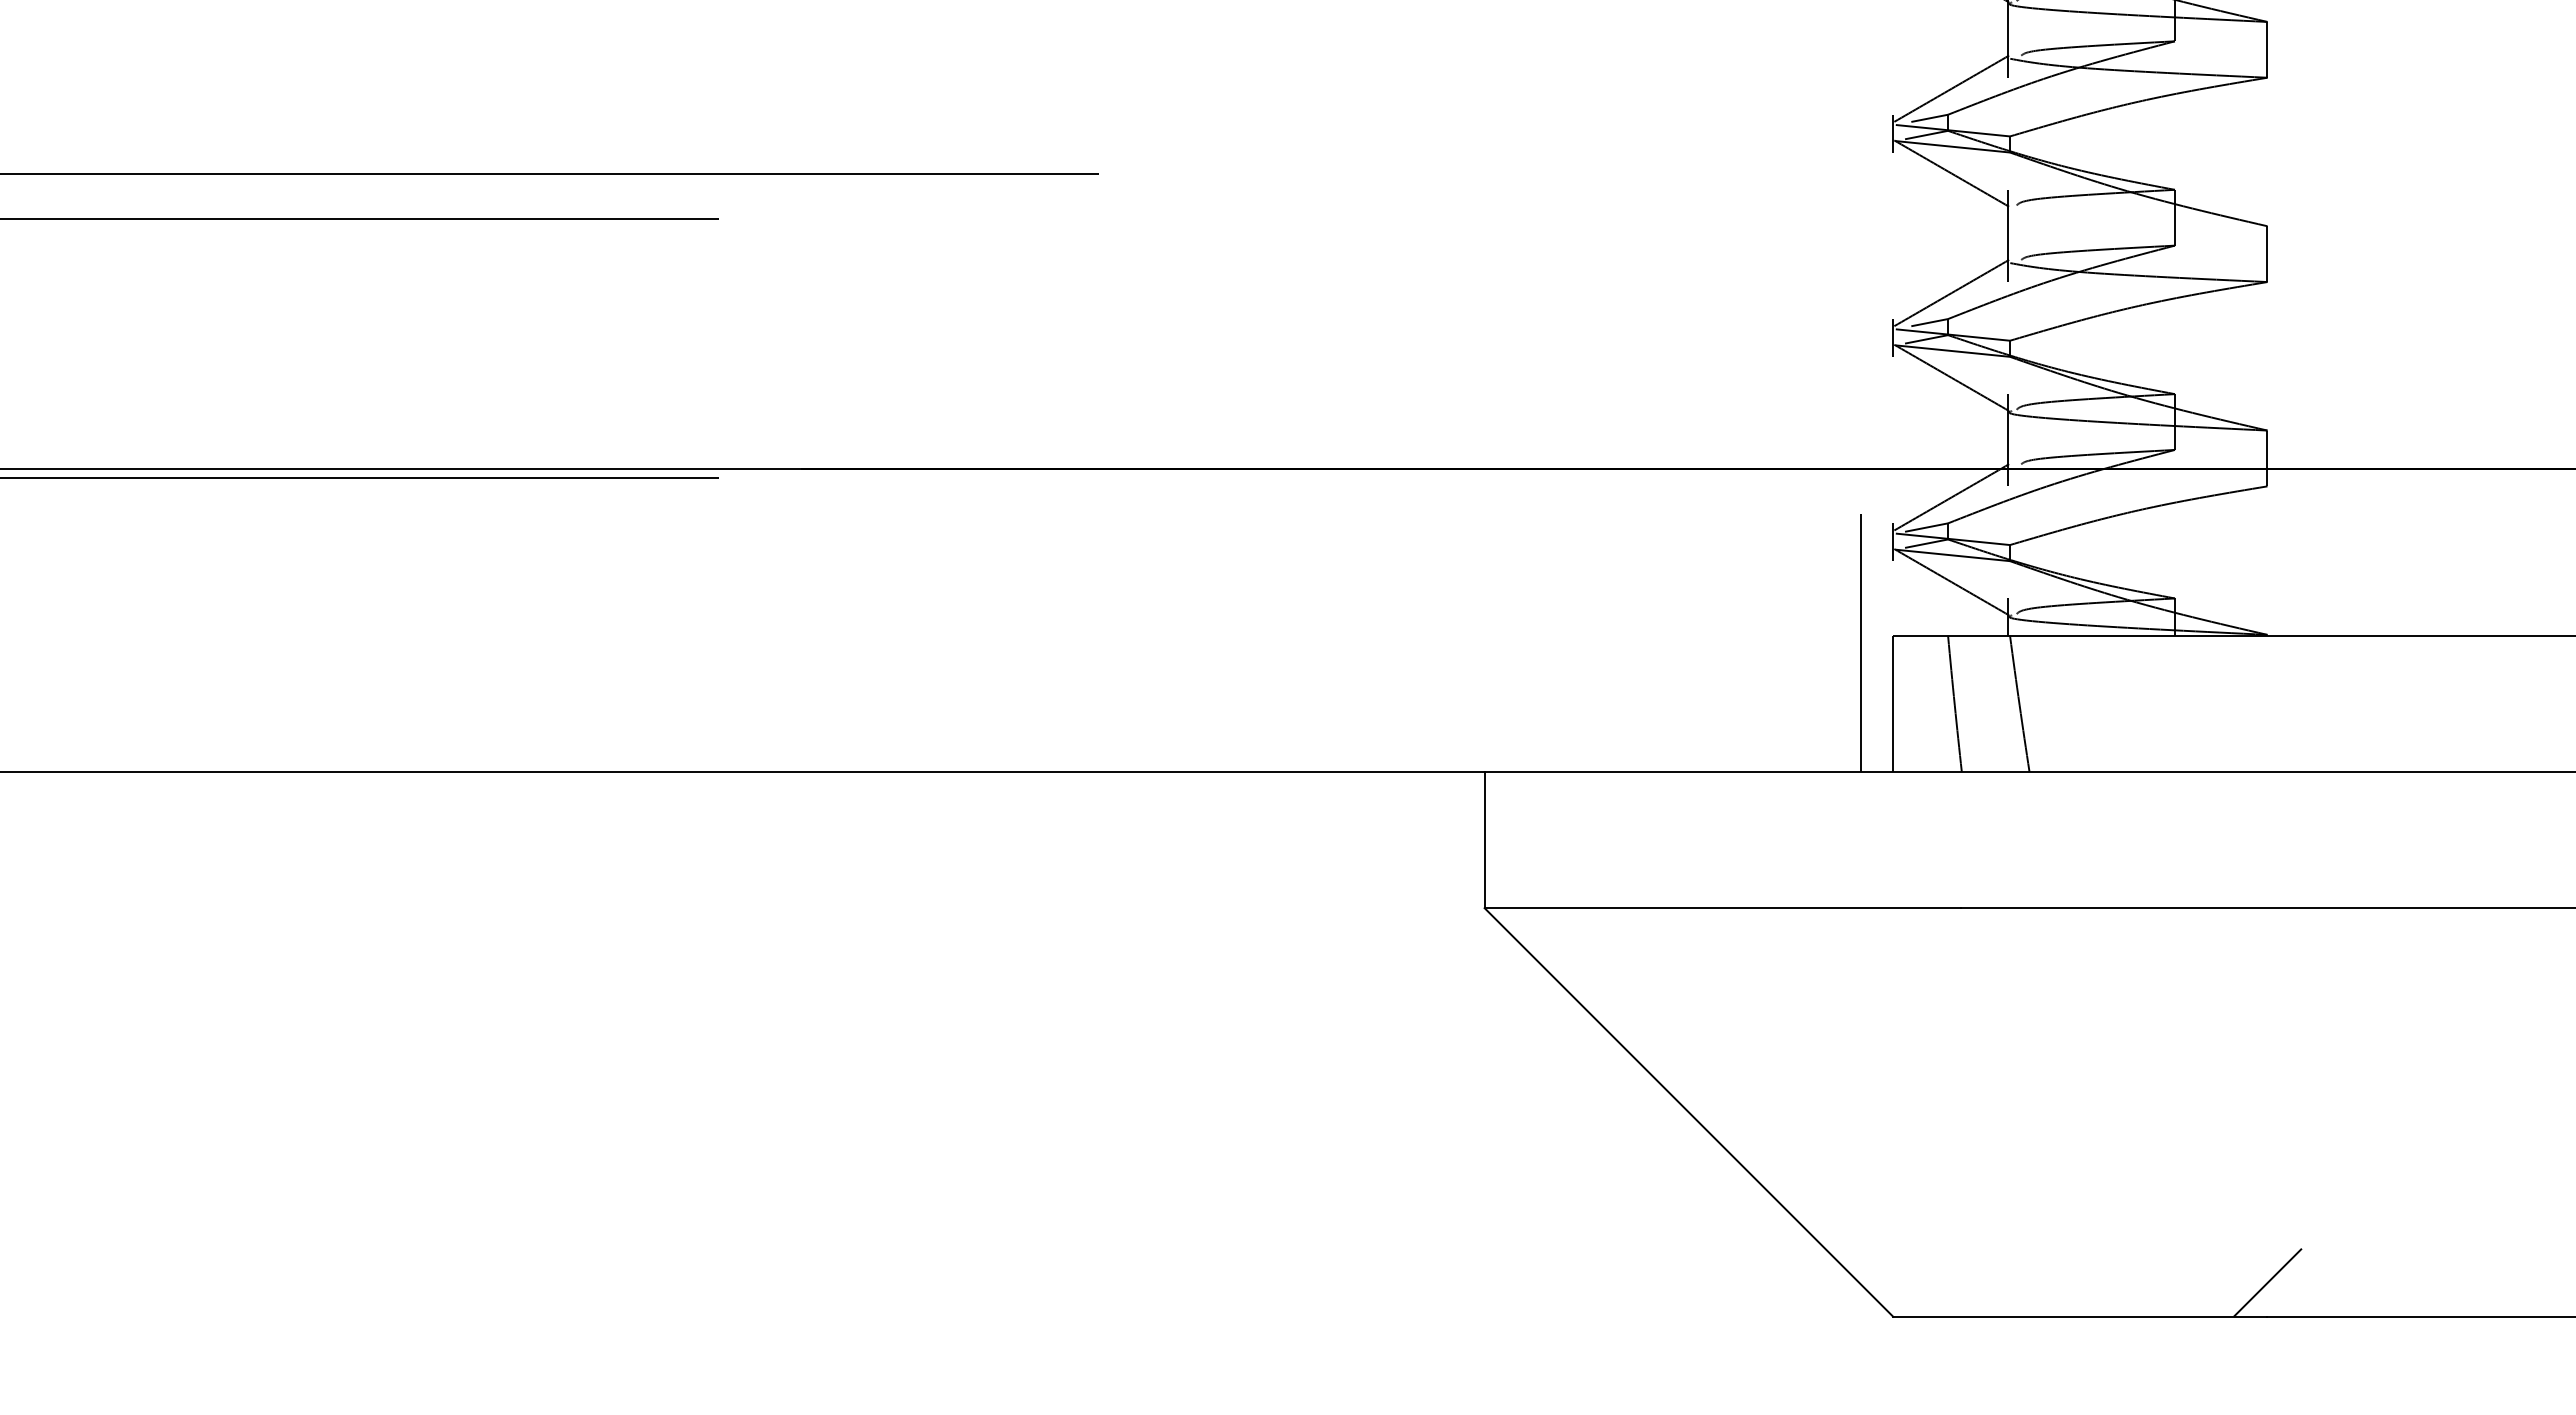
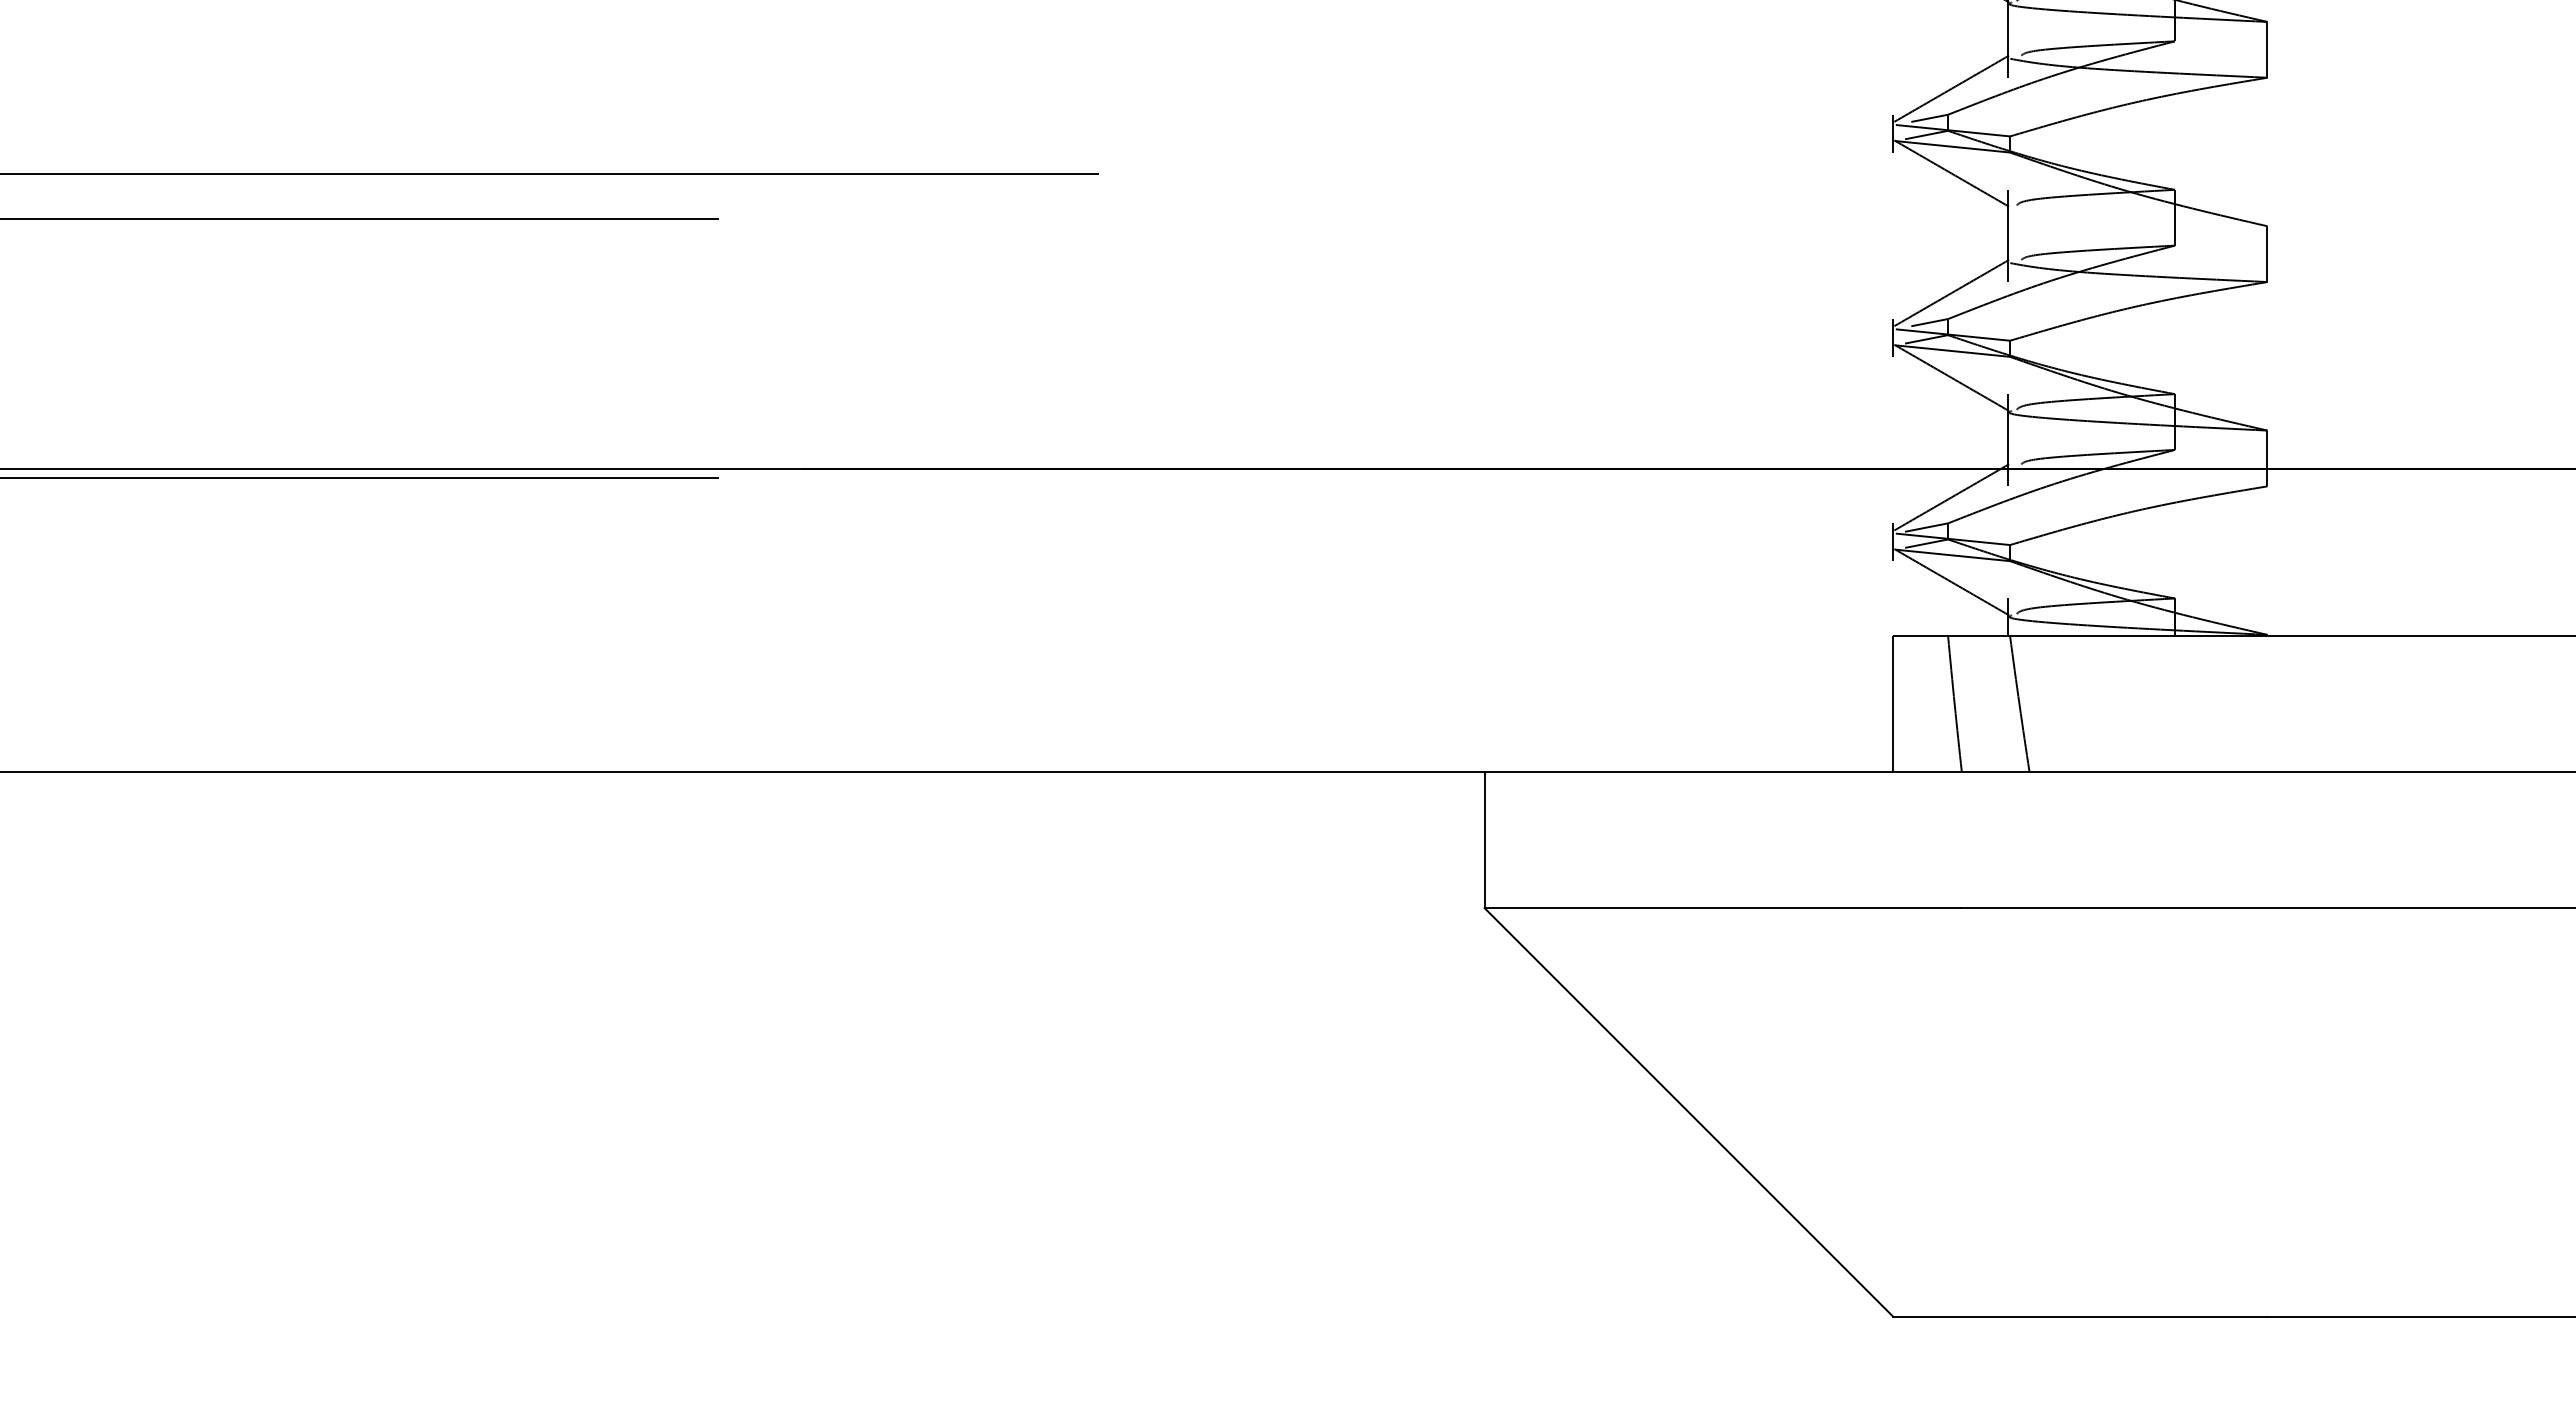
line at (1860, 642): present -> none
line at (2267, 1282): present -> none
